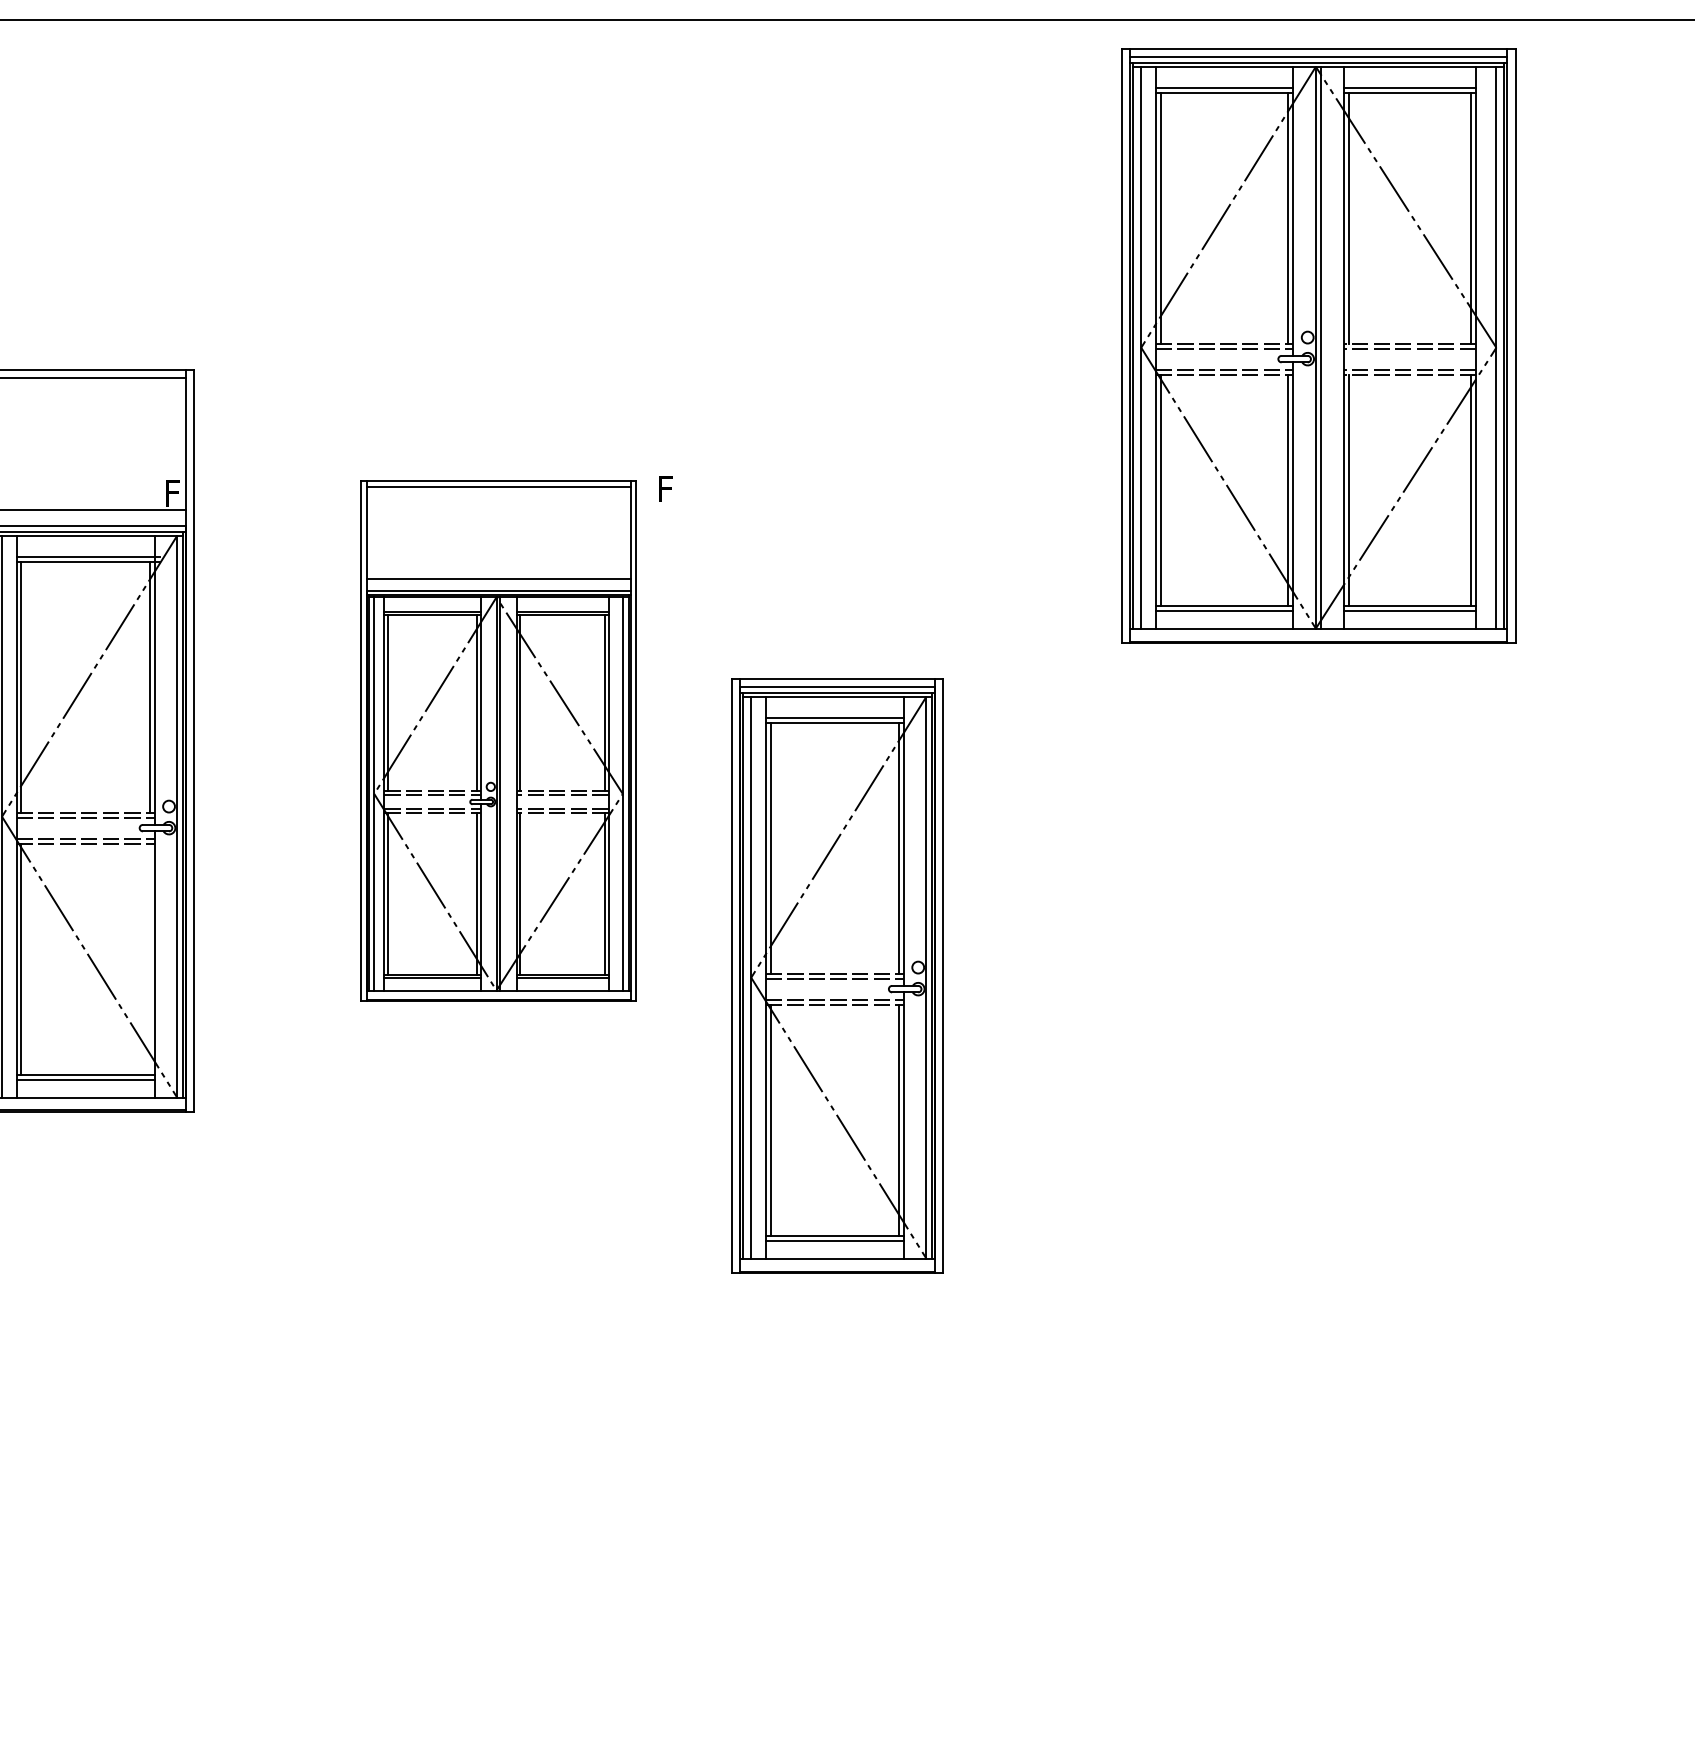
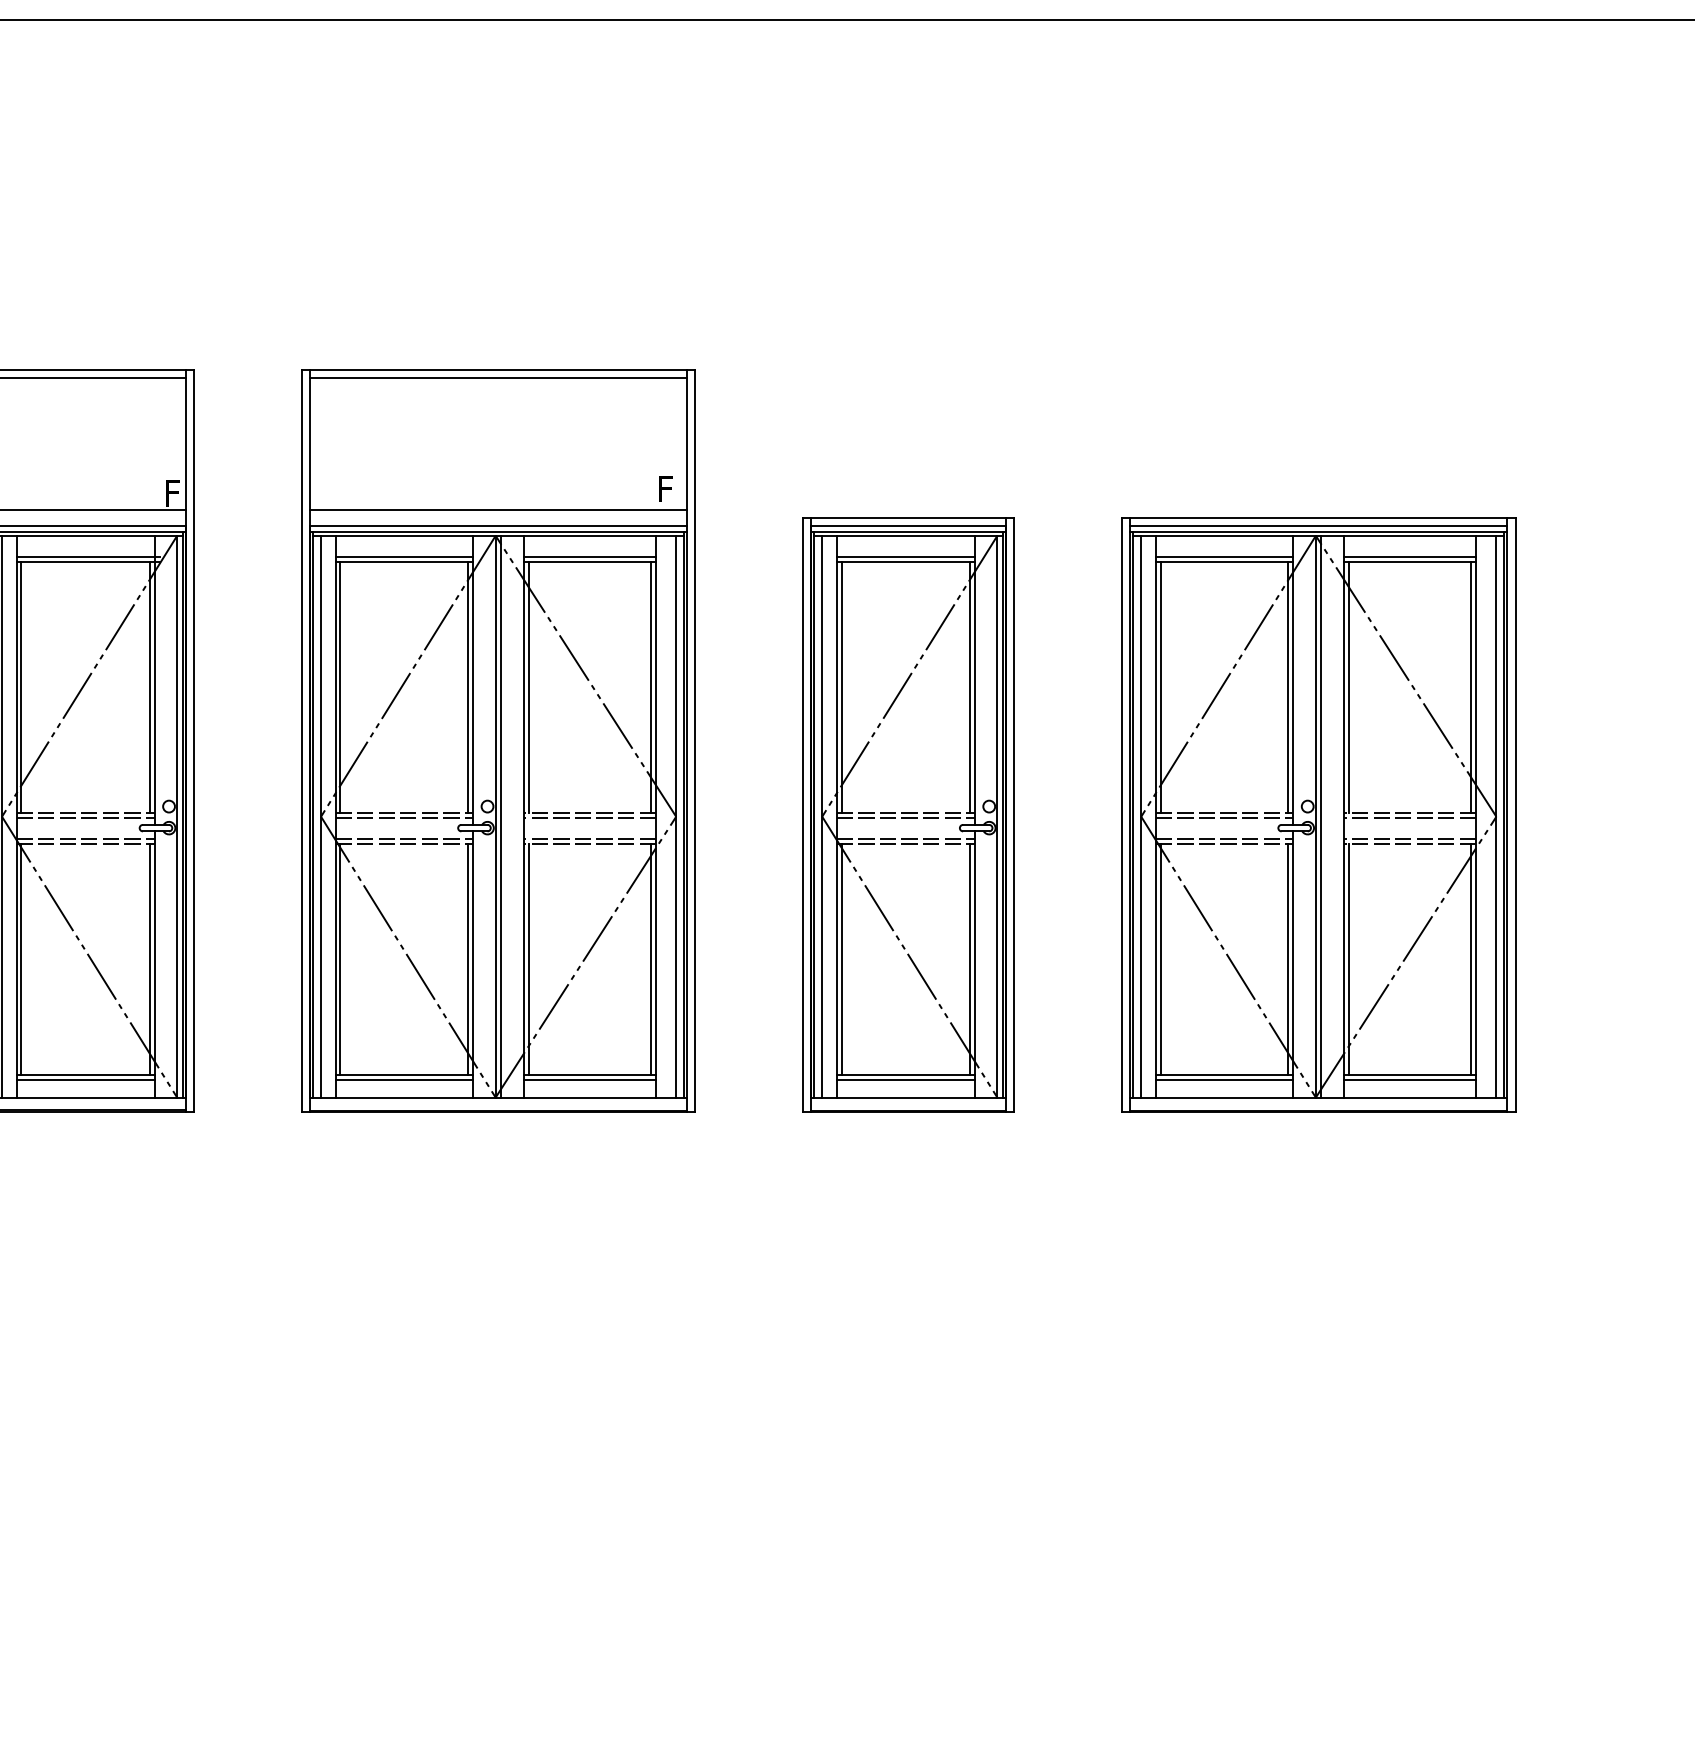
part at (1318, 345) position: (1318, 345) -> (1318, 814)
part at (498, 740) size: 277x522 px -> 395x744 px
line at (149, 959): none -> present
part at (837, 975) position: (837, 975) -> (908, 814)
